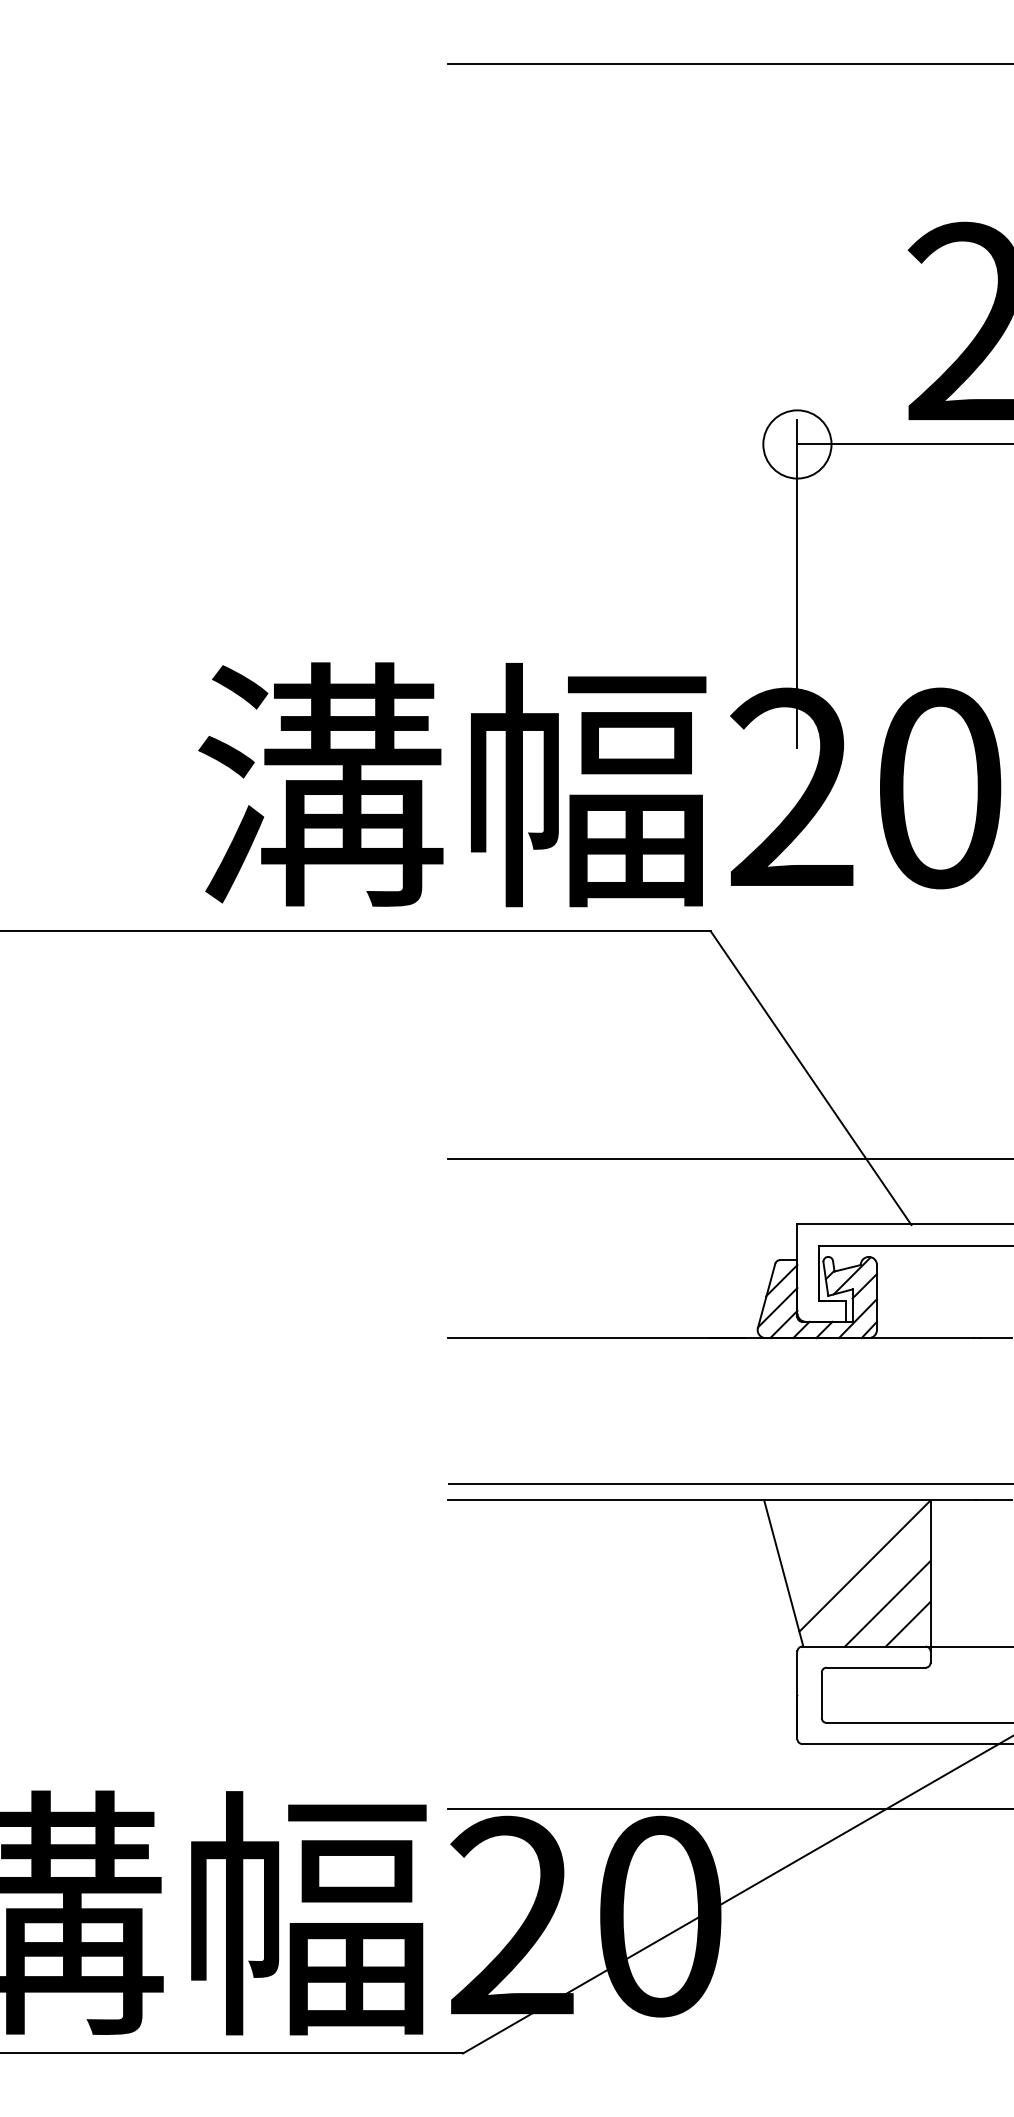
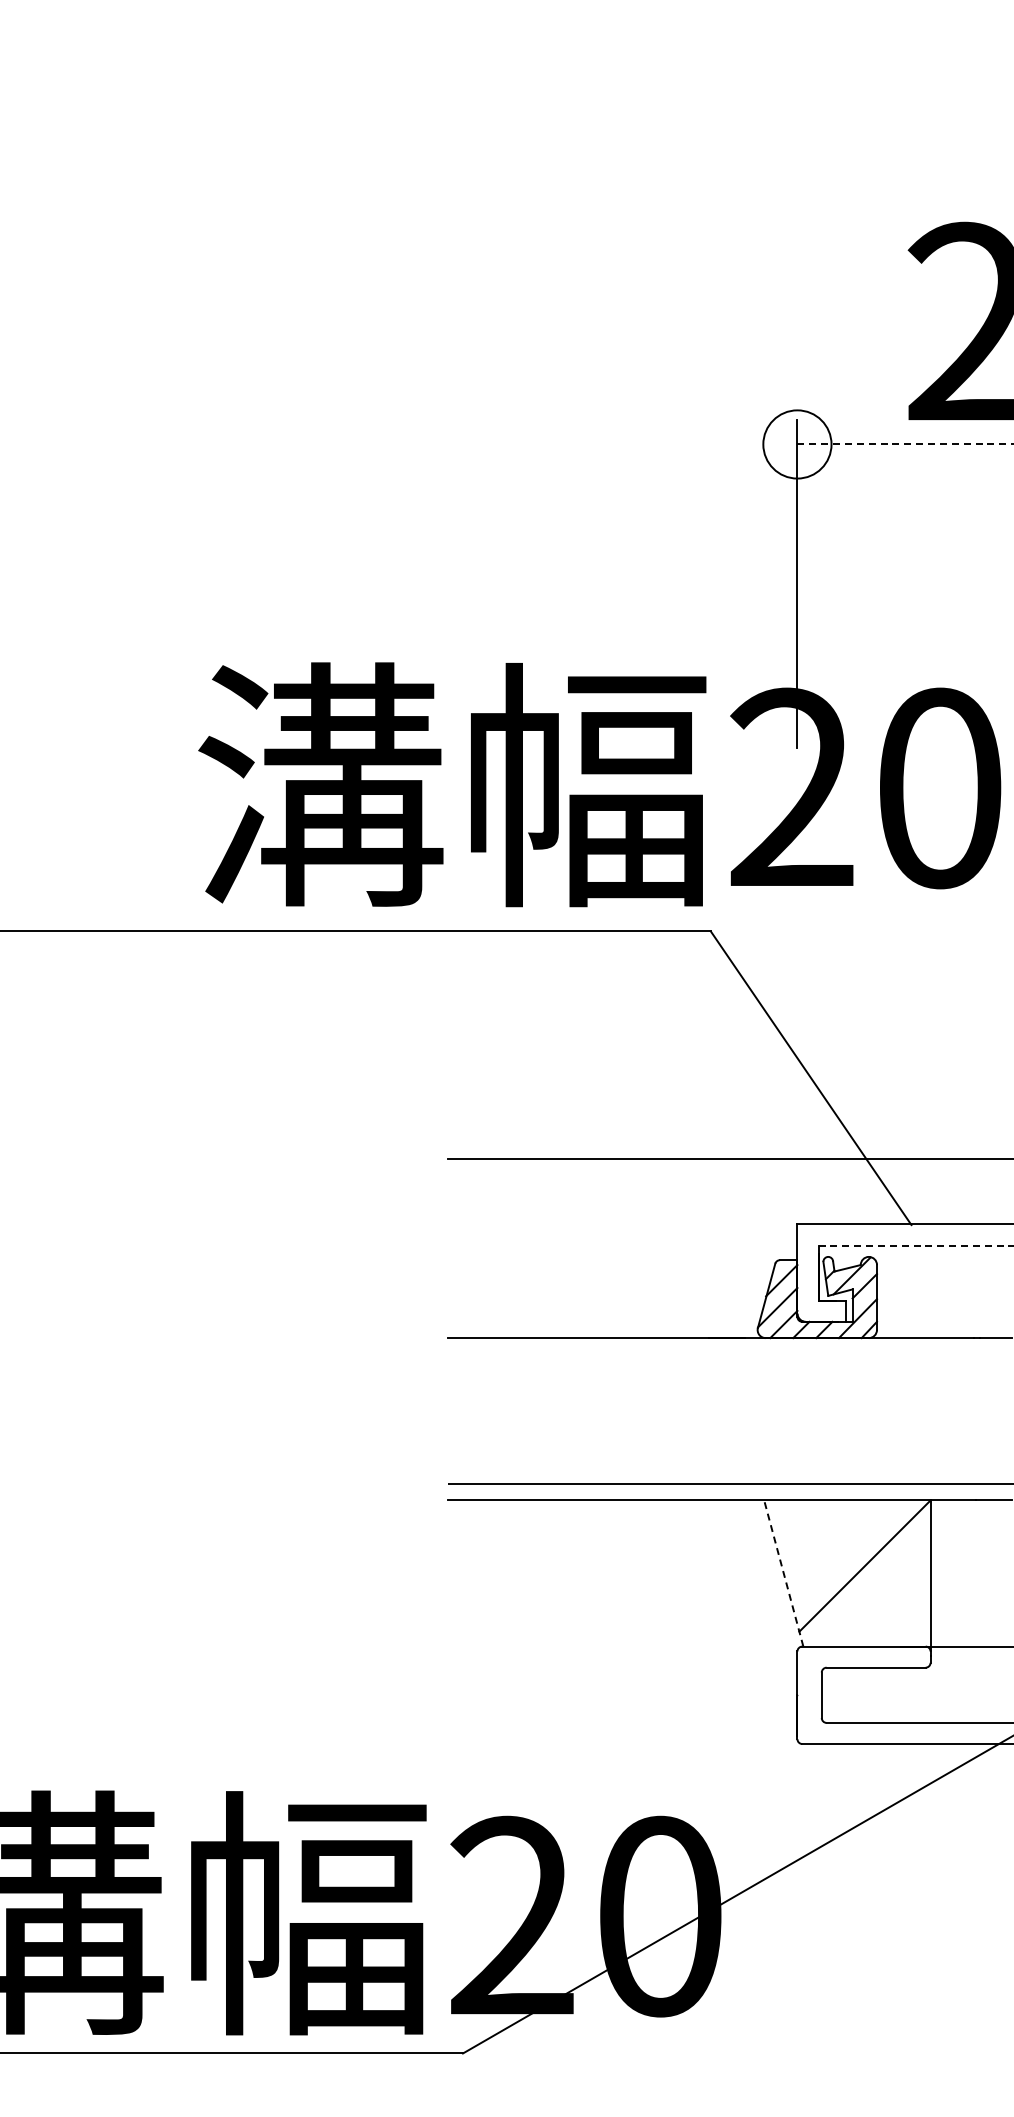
line at (729, 63): present -> none
line at (905, 444): solid -> dashed
line at (916, 1245): solid -> dashed
line at (783, 1573): solid -> dashed
line at (887, 1603): present -> none
line at (907, 1623): present -> none
line at (729, 1808): present -> none
